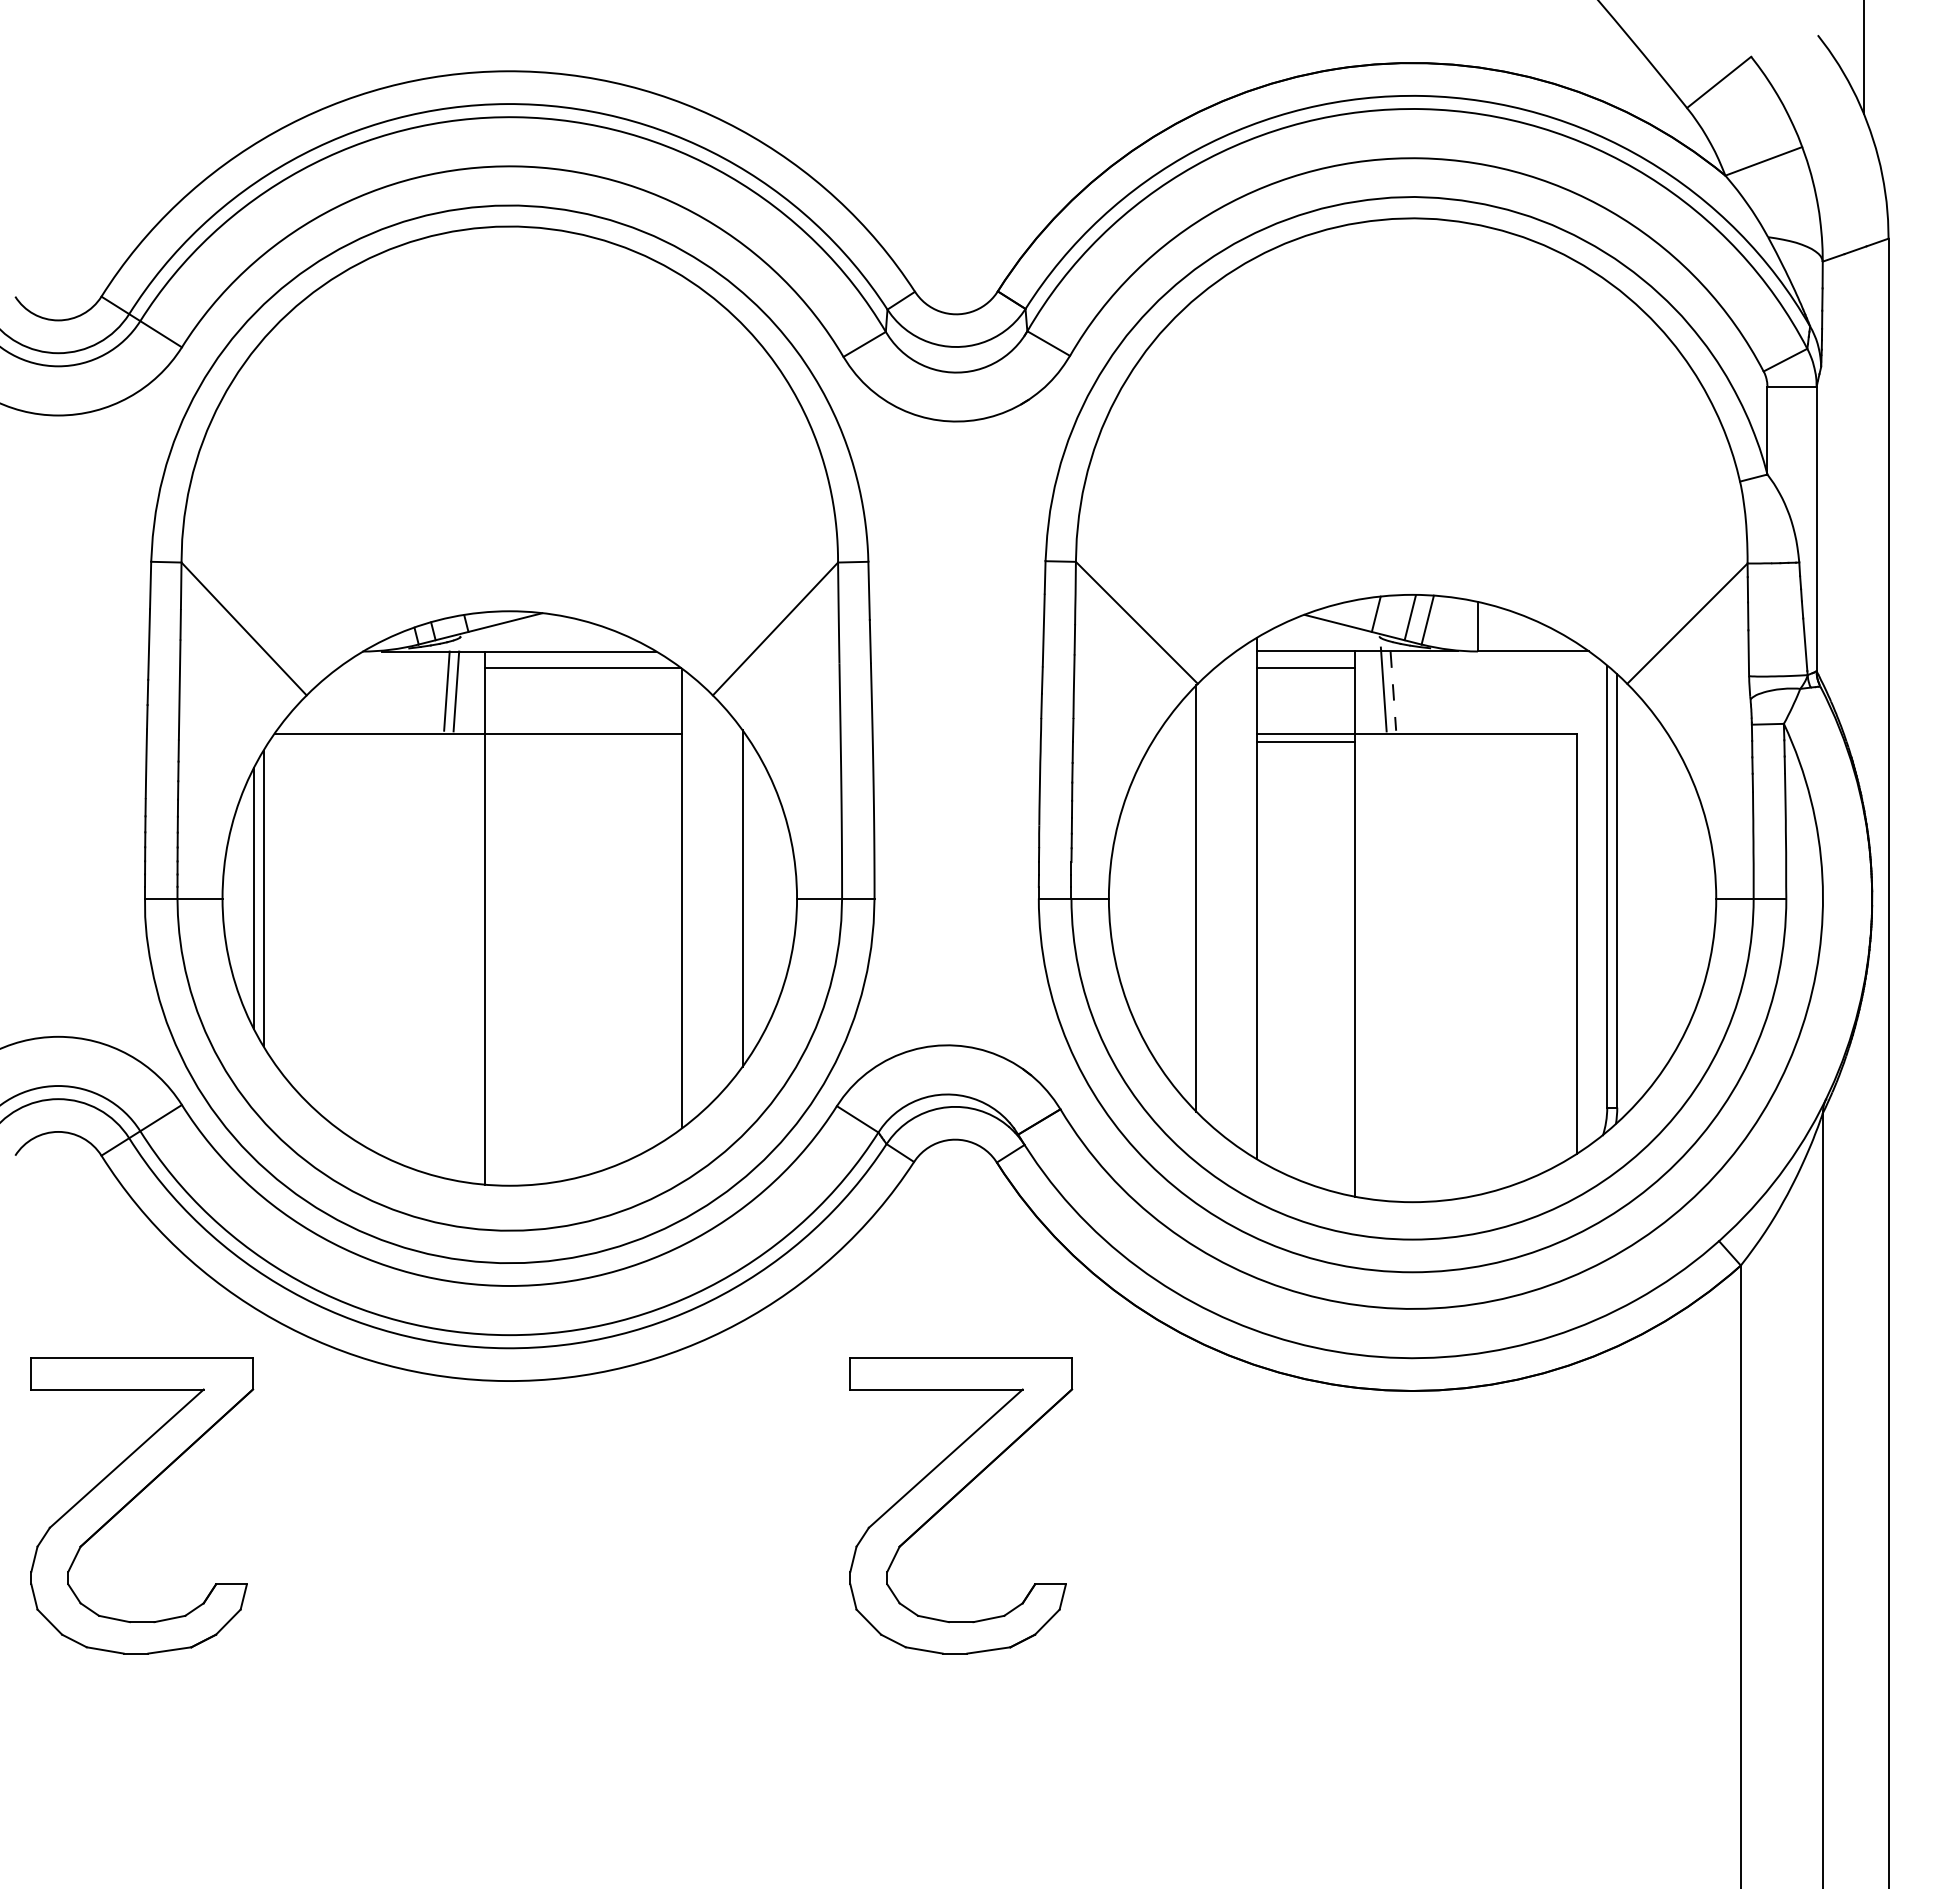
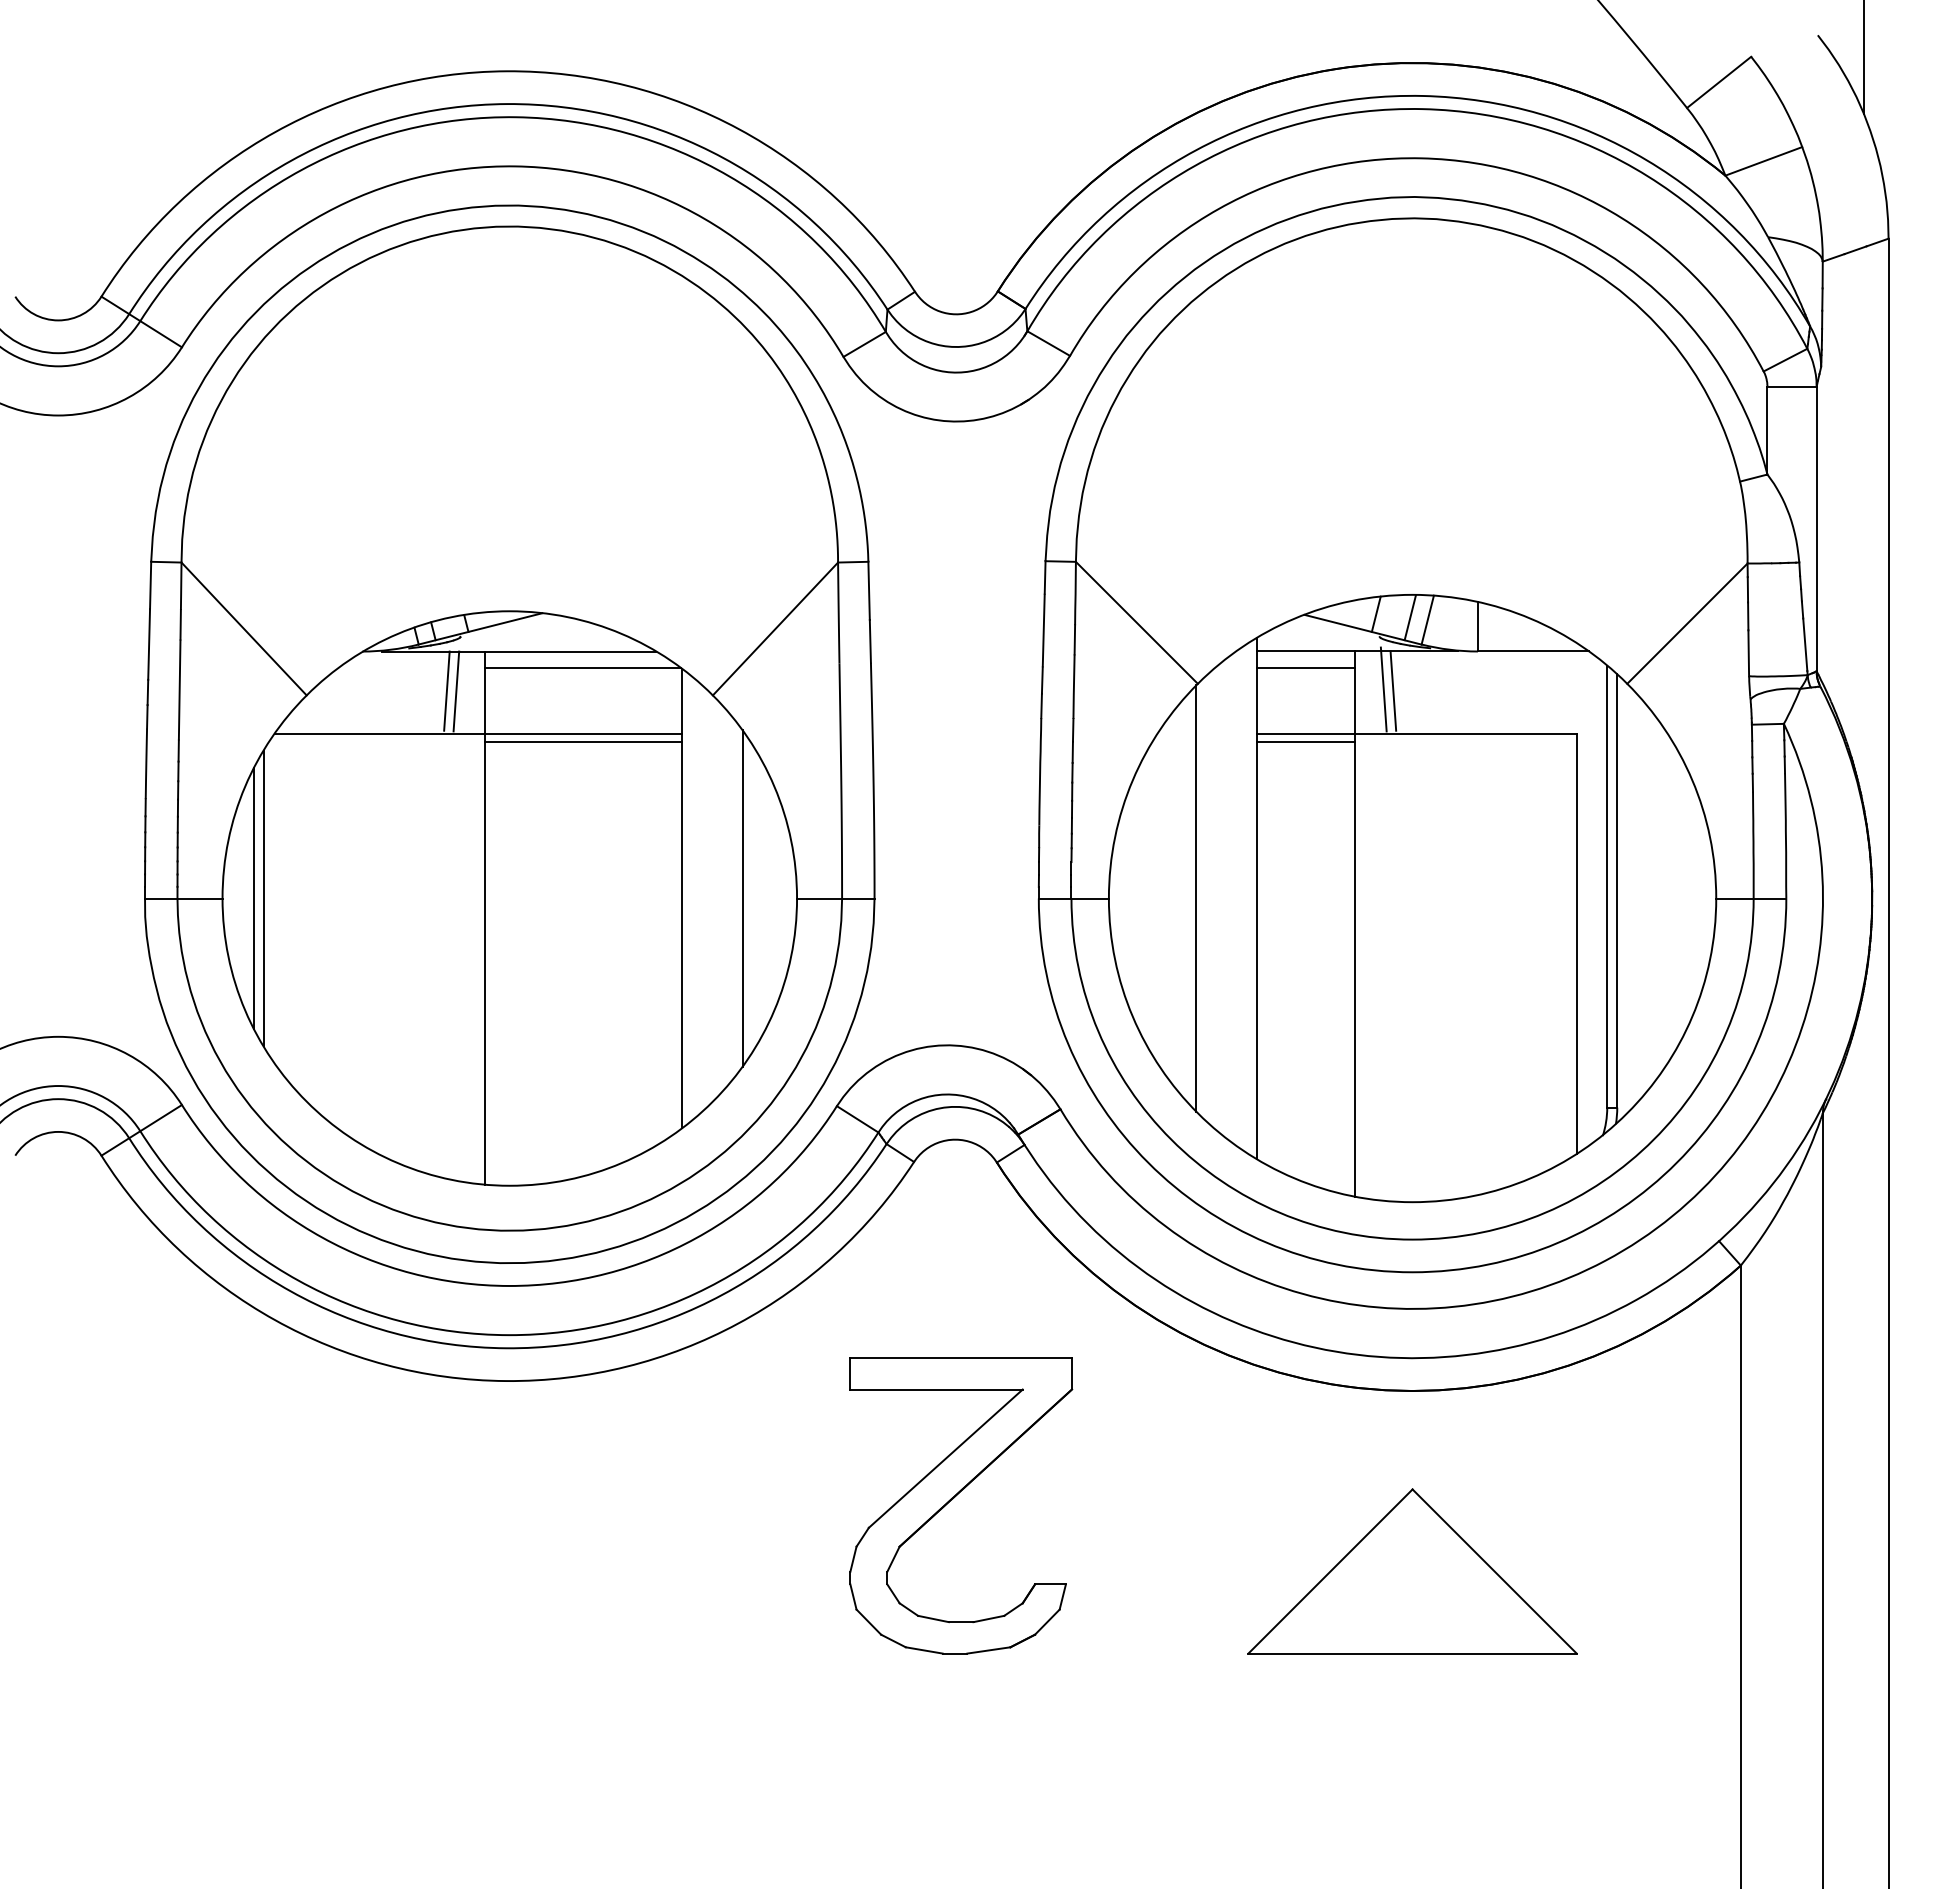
line at (1393, 691): dashed -> solid
line at (583, 741): none -> present
part at (135, 1498): present -> none
part at (1412, 1571): none -> present
